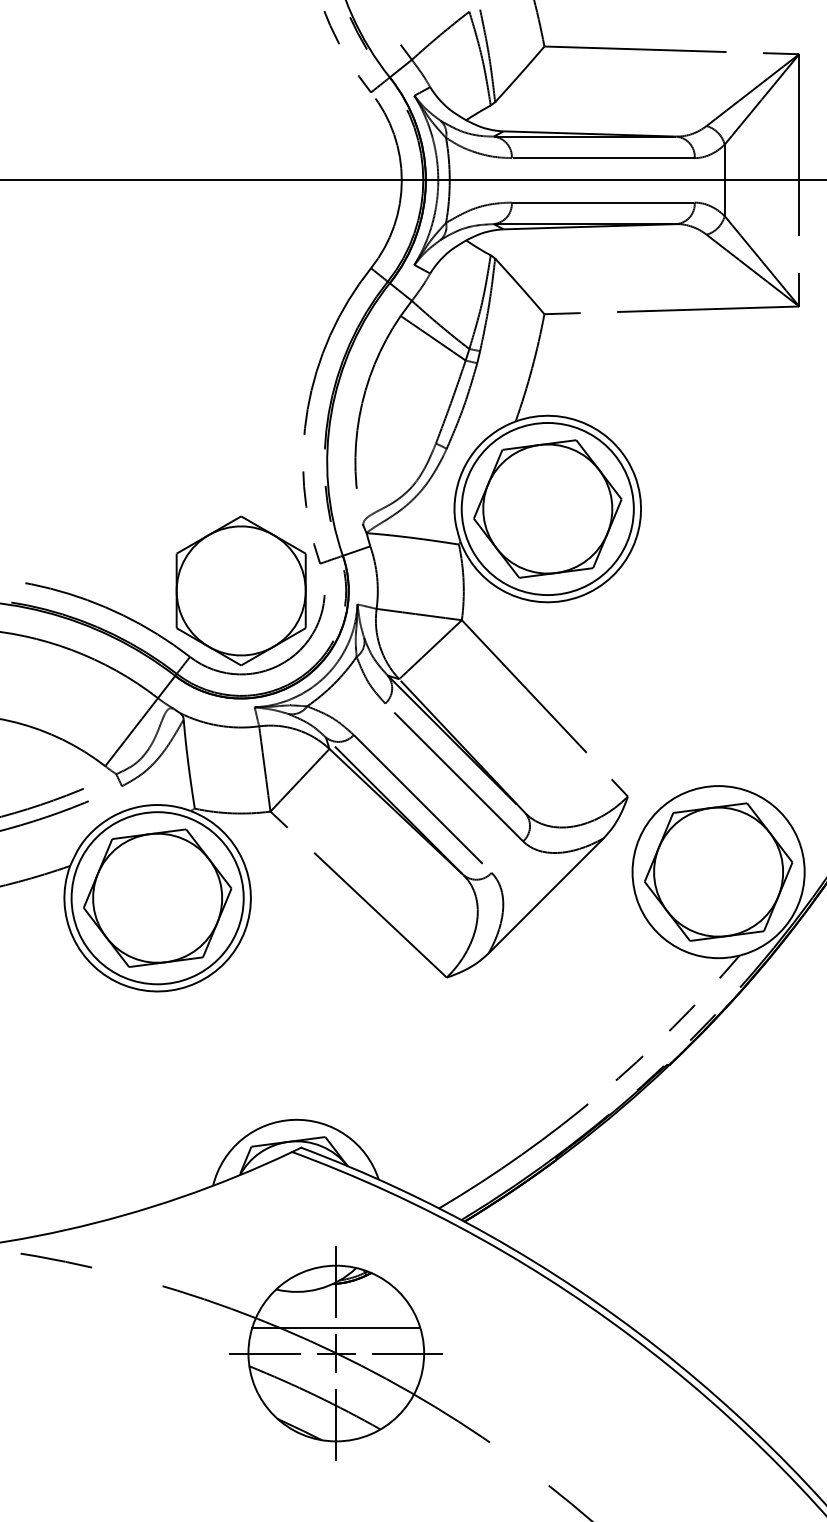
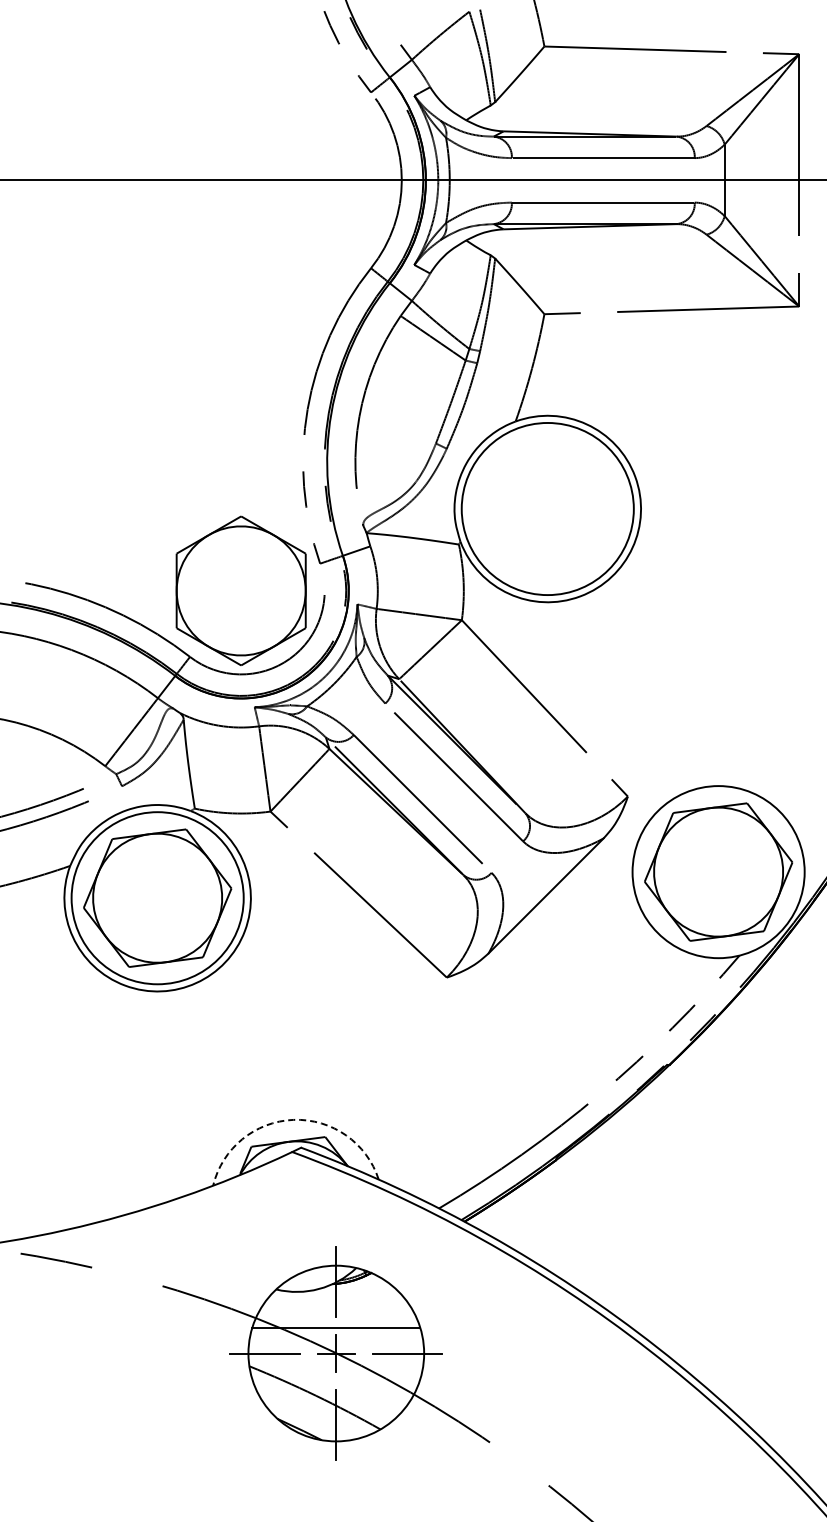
part at (547, 508): present -> none
arc at (293, 1119): solid -> dashed
